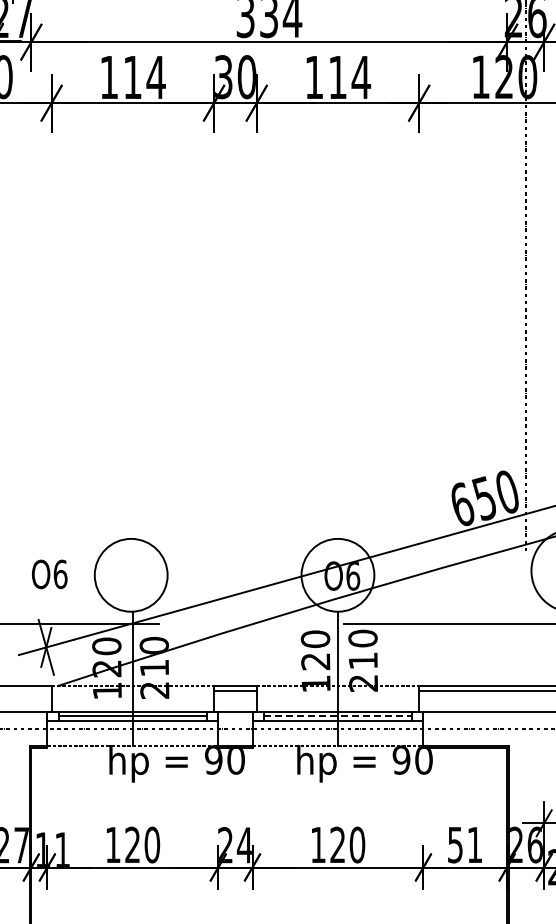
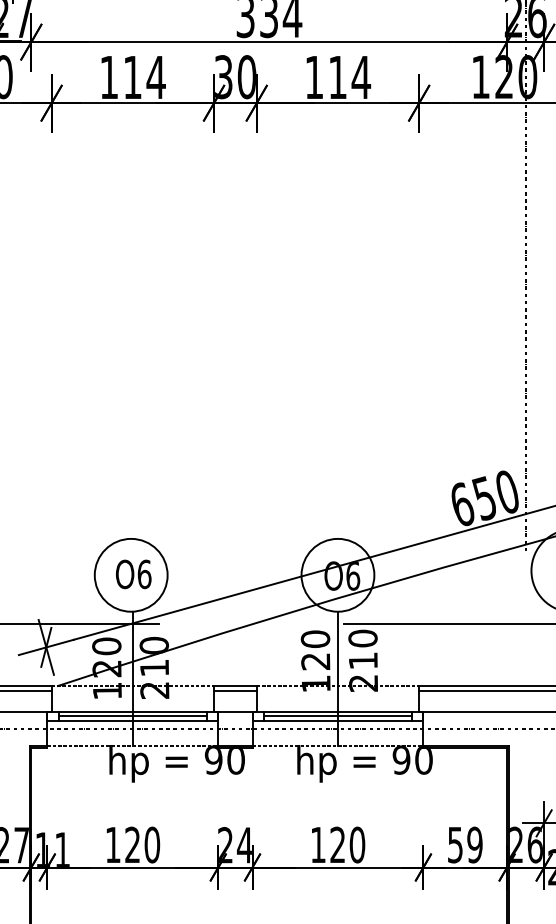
text at (49, 574) position: (49, 574) -> (133, 574)
line at (26, 690): none -> present
line at (338, 716): dashed -> solid
text at (474, 844): 51 -> 59
